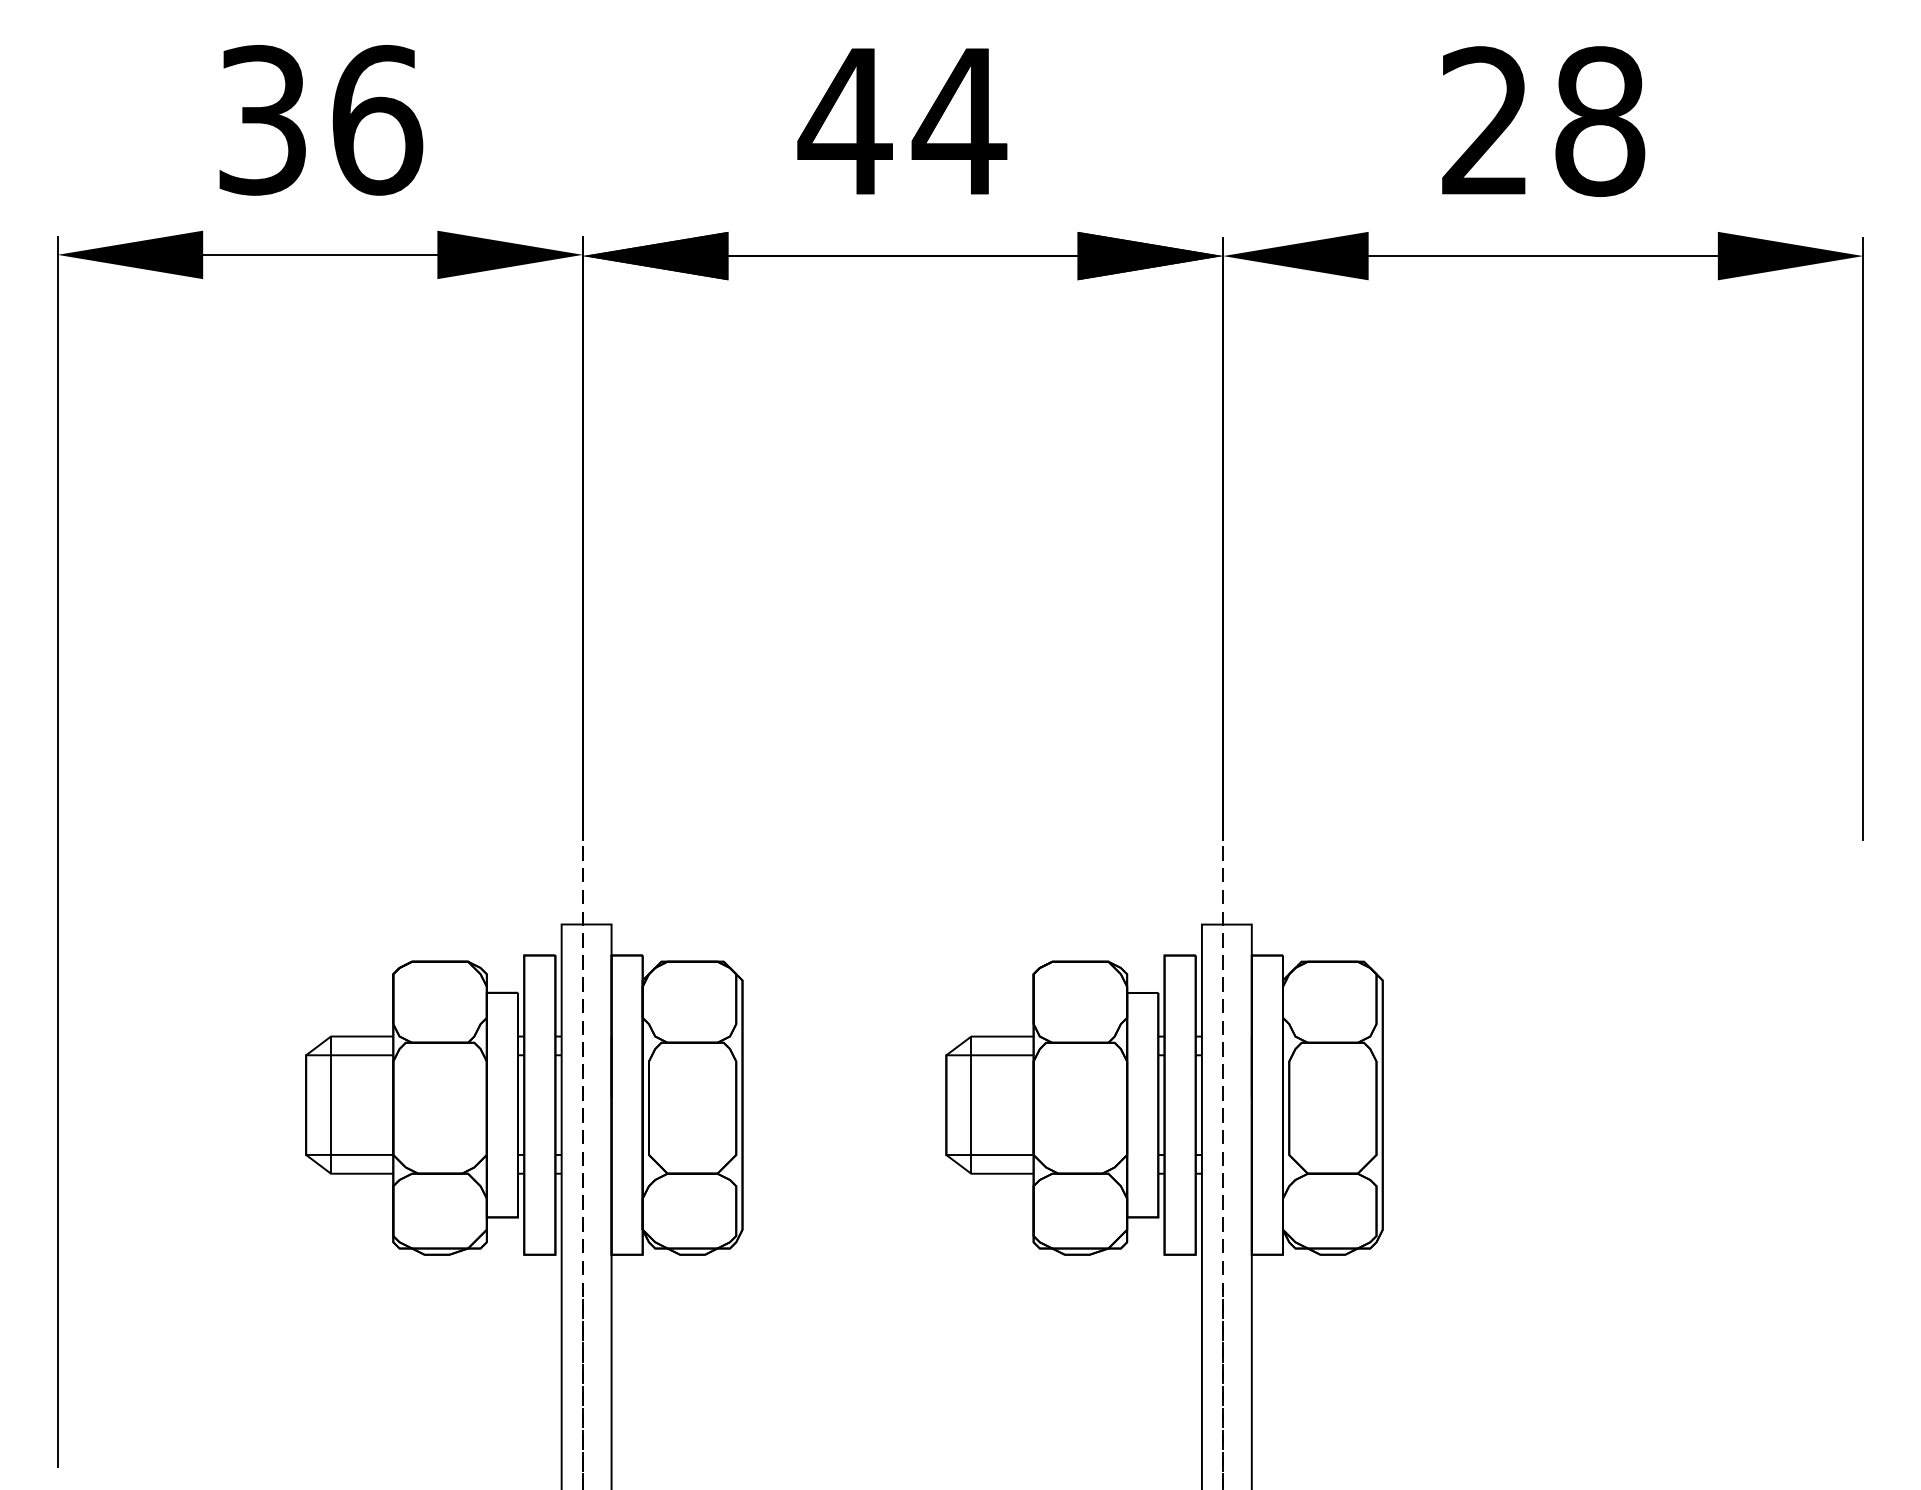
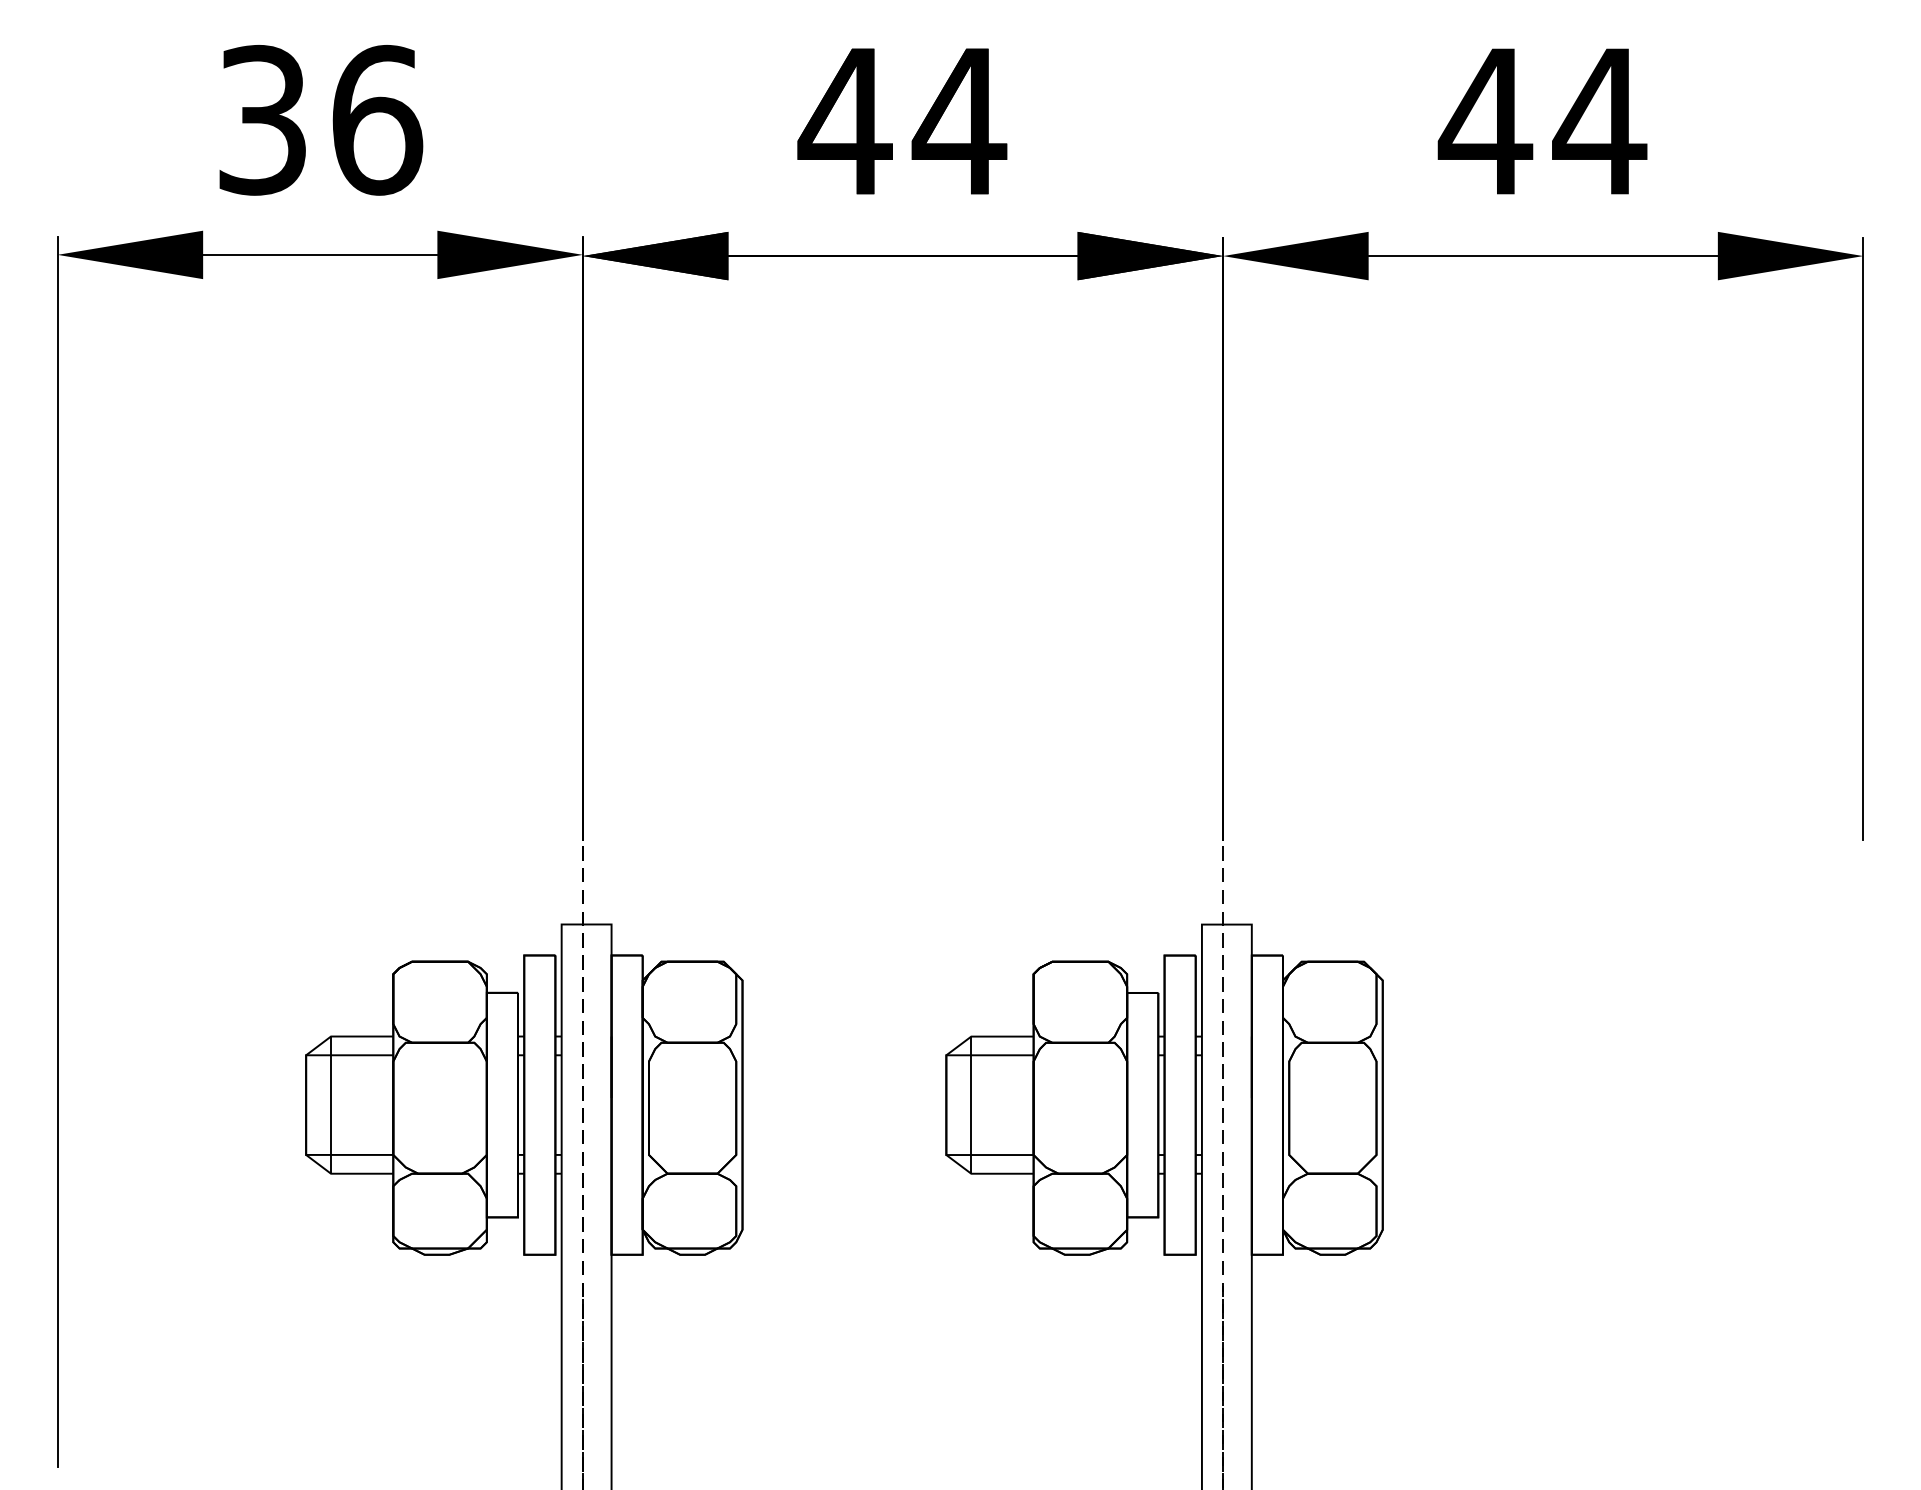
text at (1542, 121): 28 -> 44
